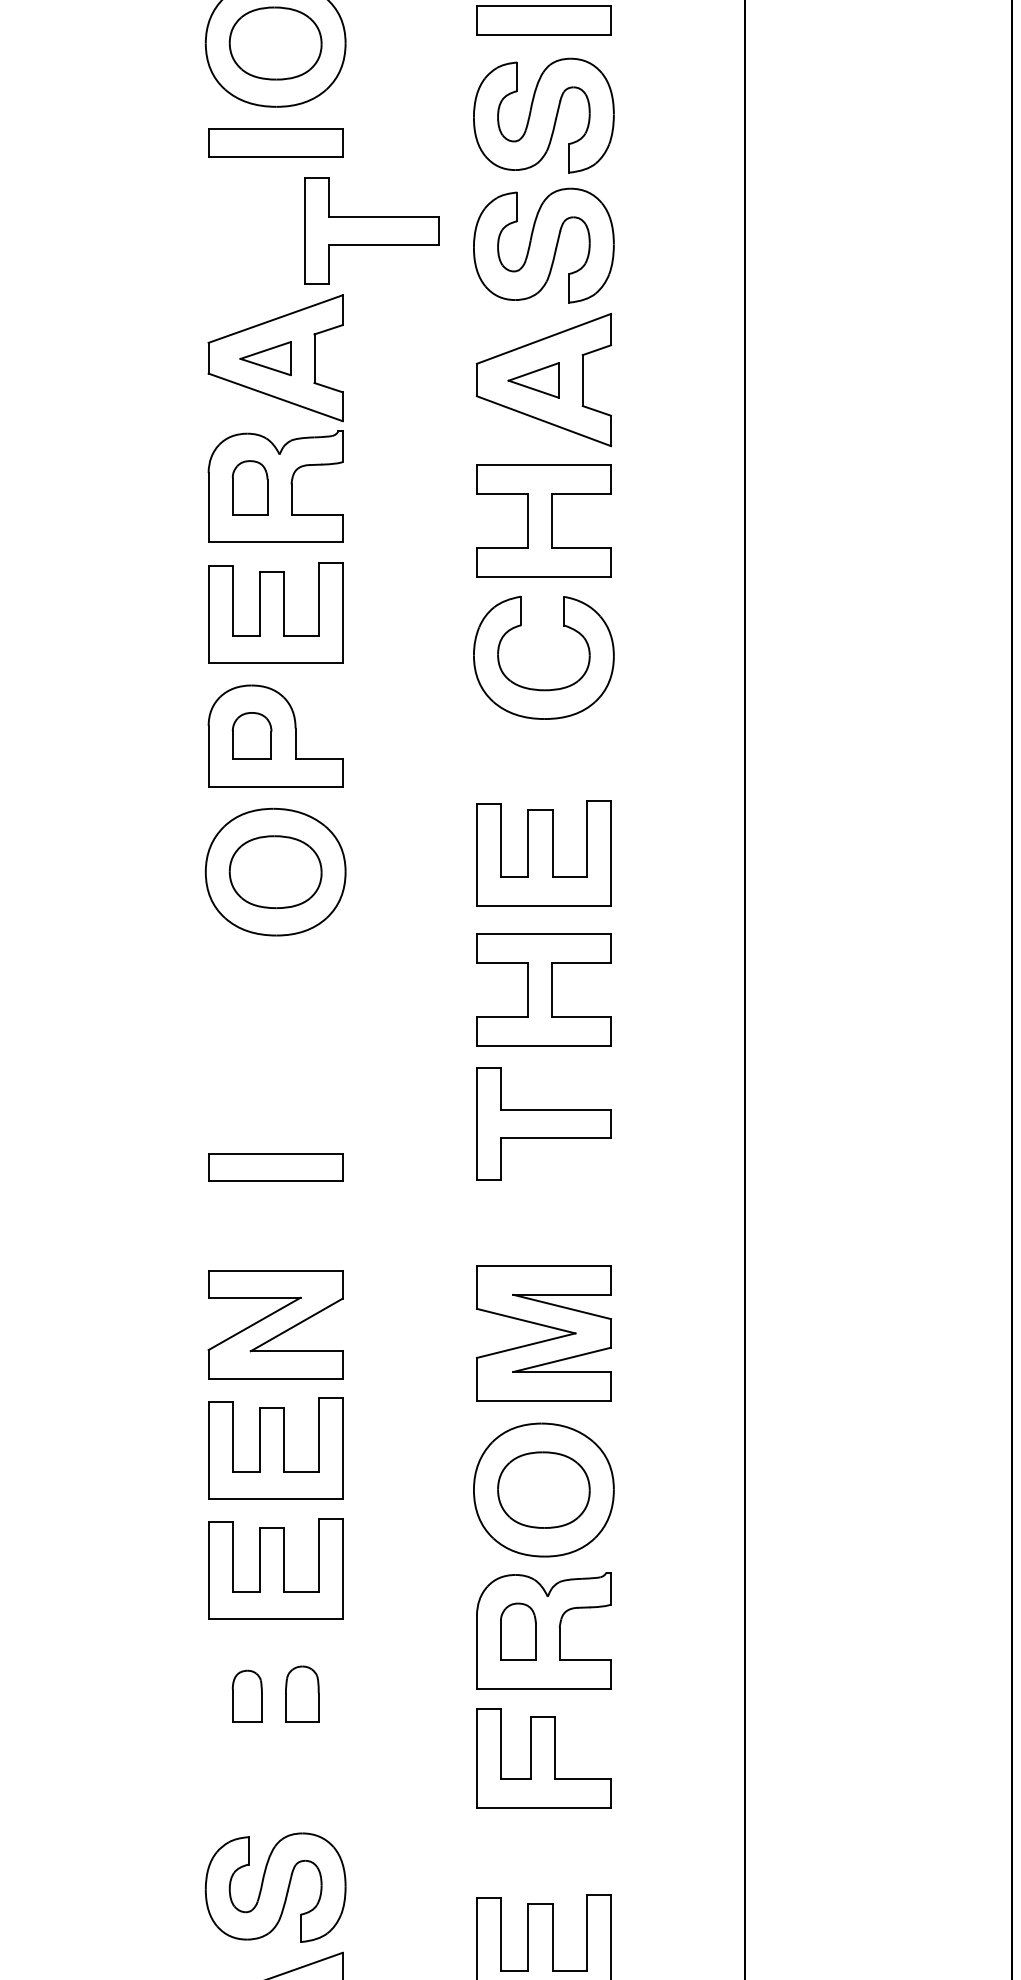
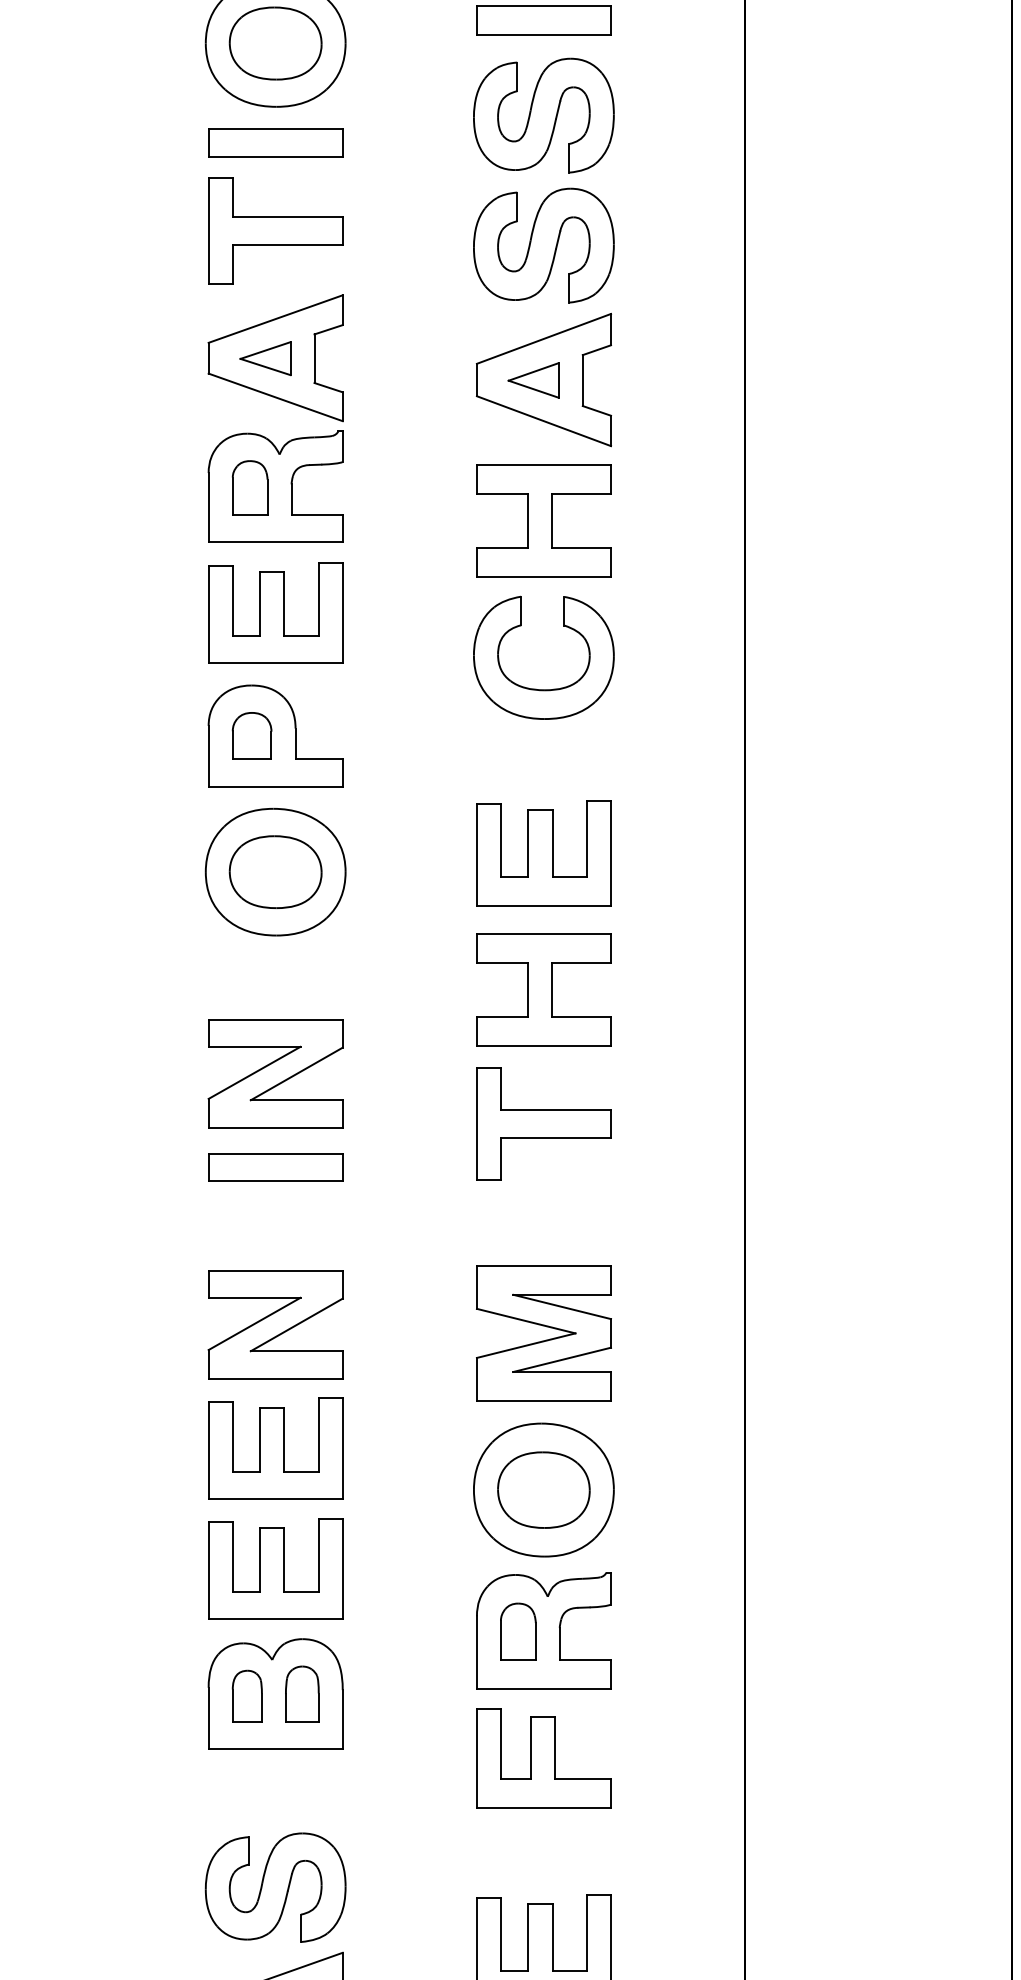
part at (371, 230) position: (371, 230) -> (275, 230)
part at (275, 1073): none -> present
part at (275, 1693): none -> present
